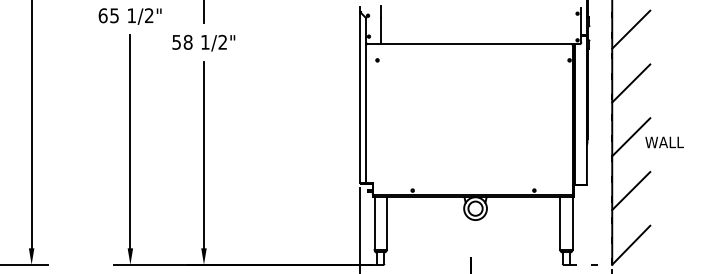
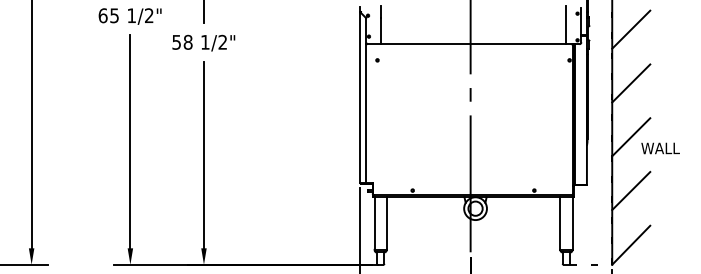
line at (566, 25): none -> present
line at (470, 127): none -> present
text at (664, 142) position: (664, 142) -> (660, 148)
